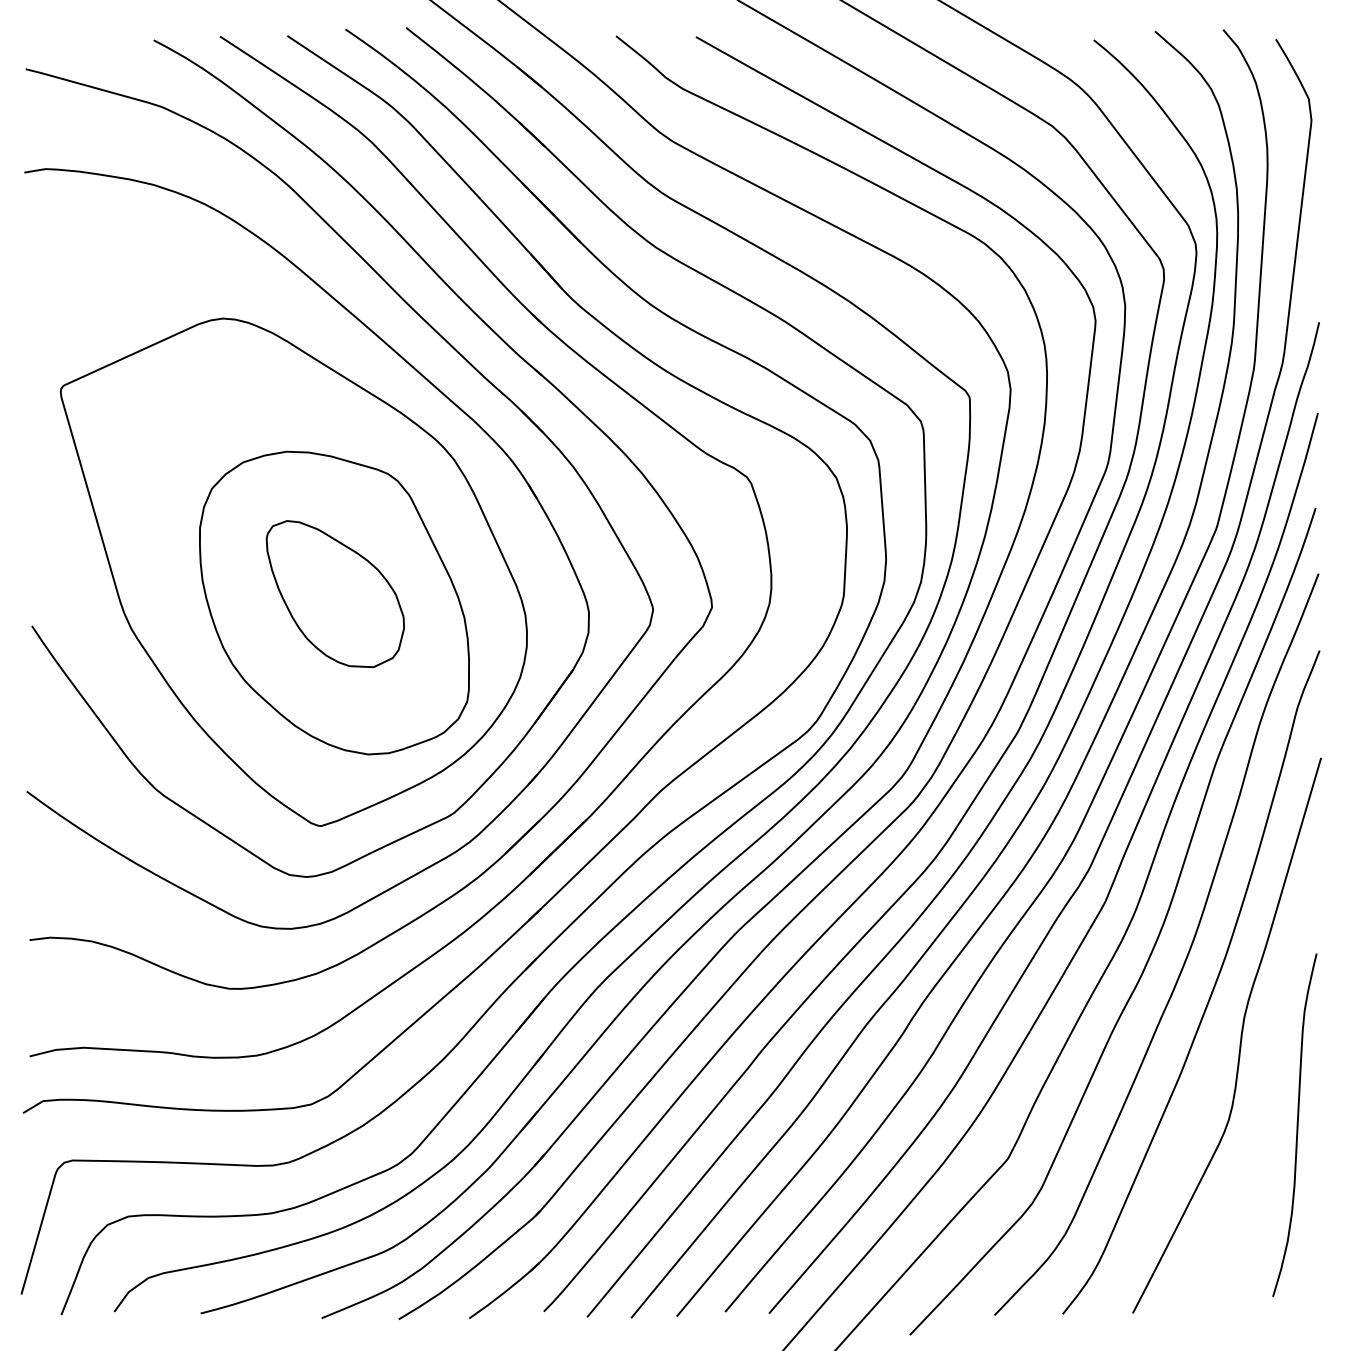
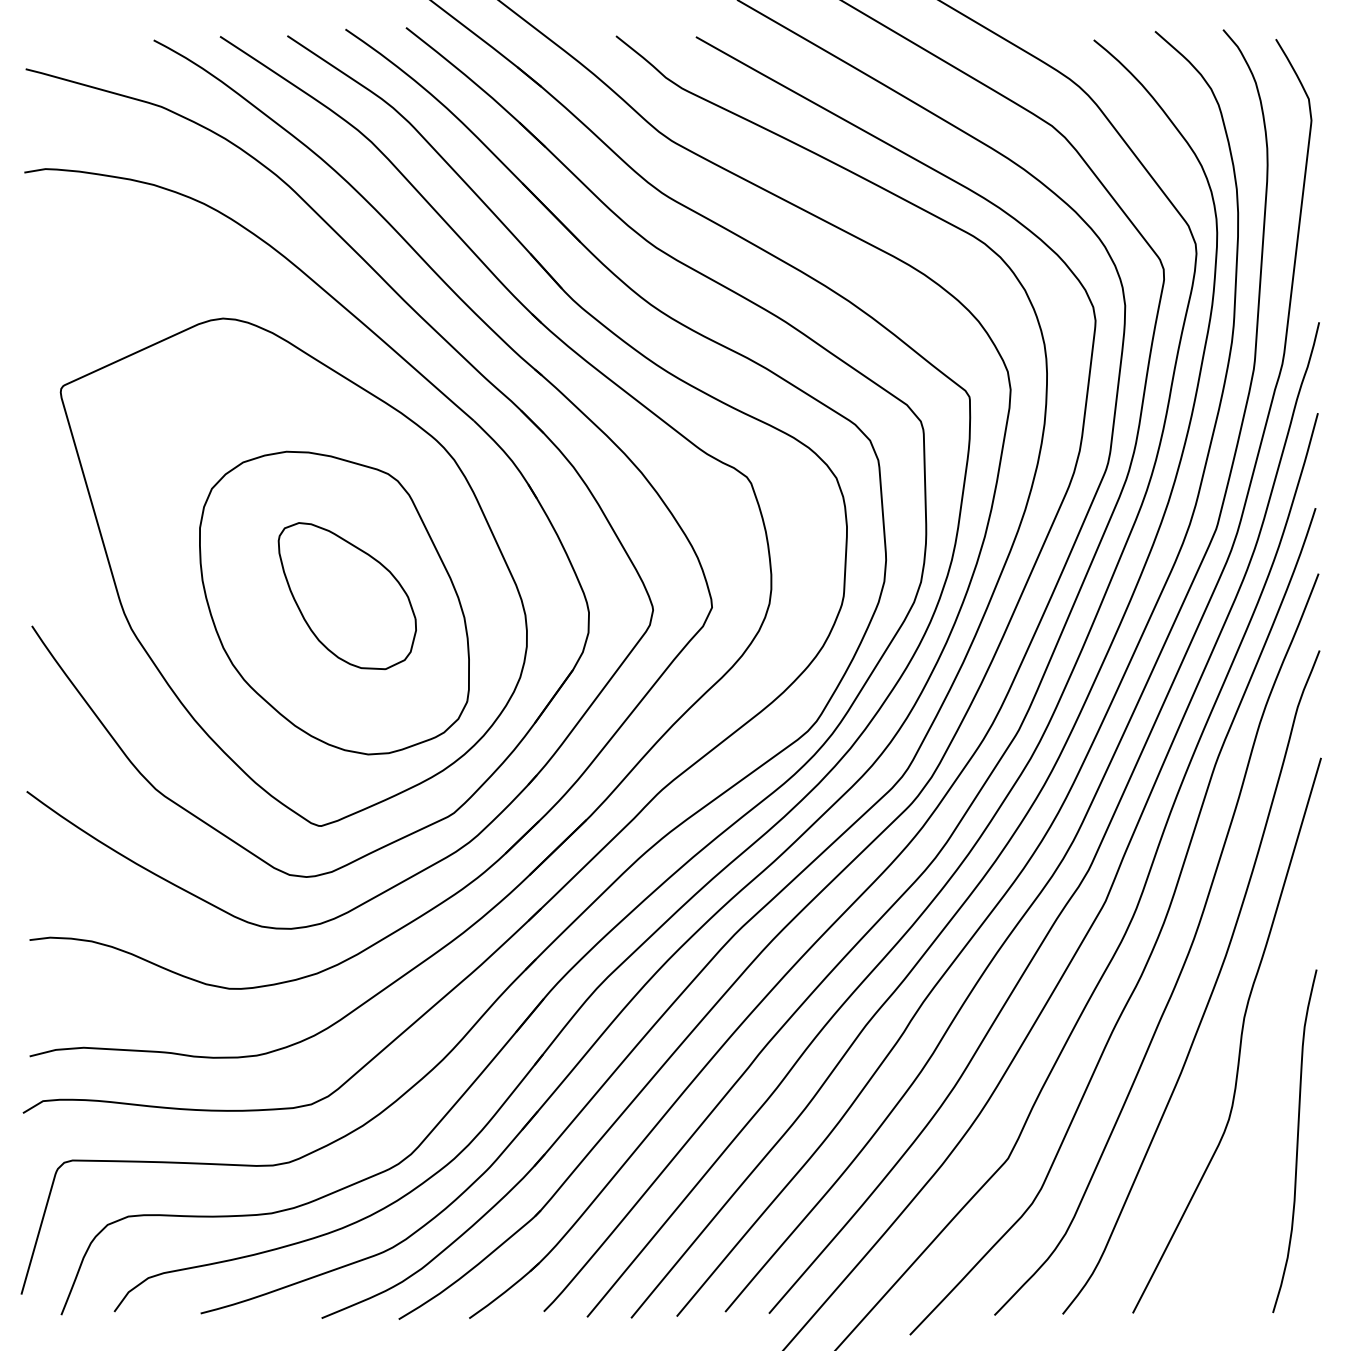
part at (334, 594) position: (334, 594) -> (346, 596)
curve at (1296, 1125) position: (1296, 1125) -> (1296, 1141)
